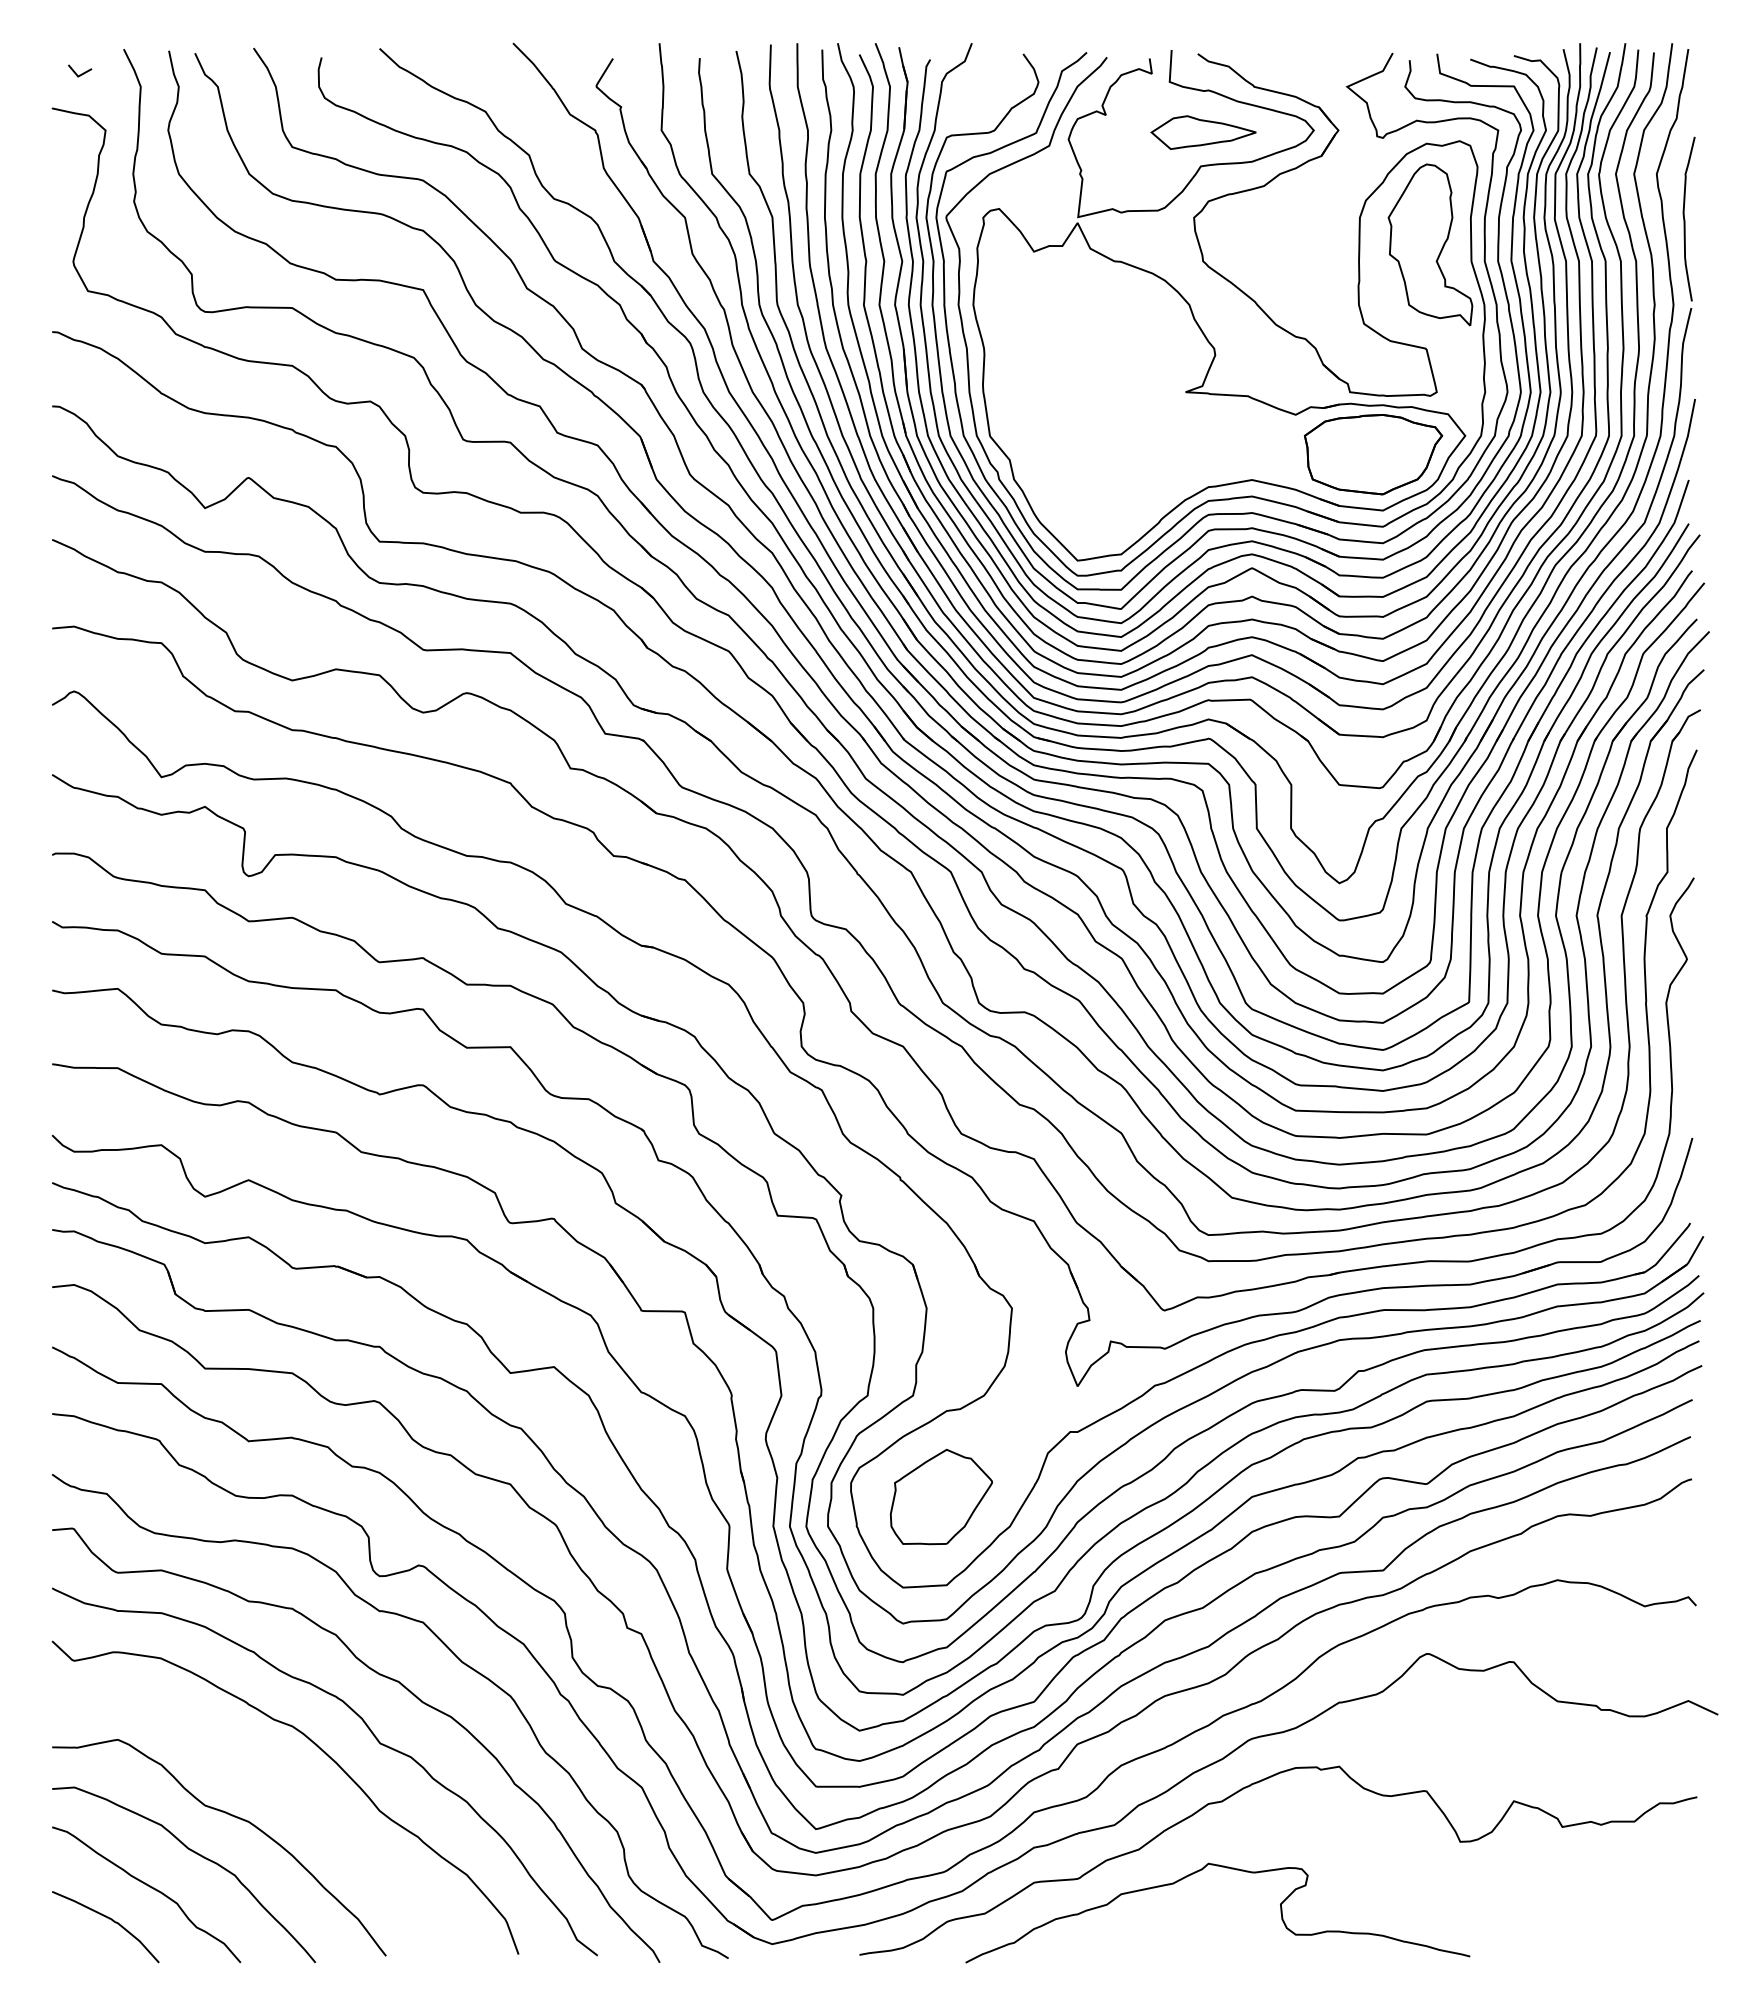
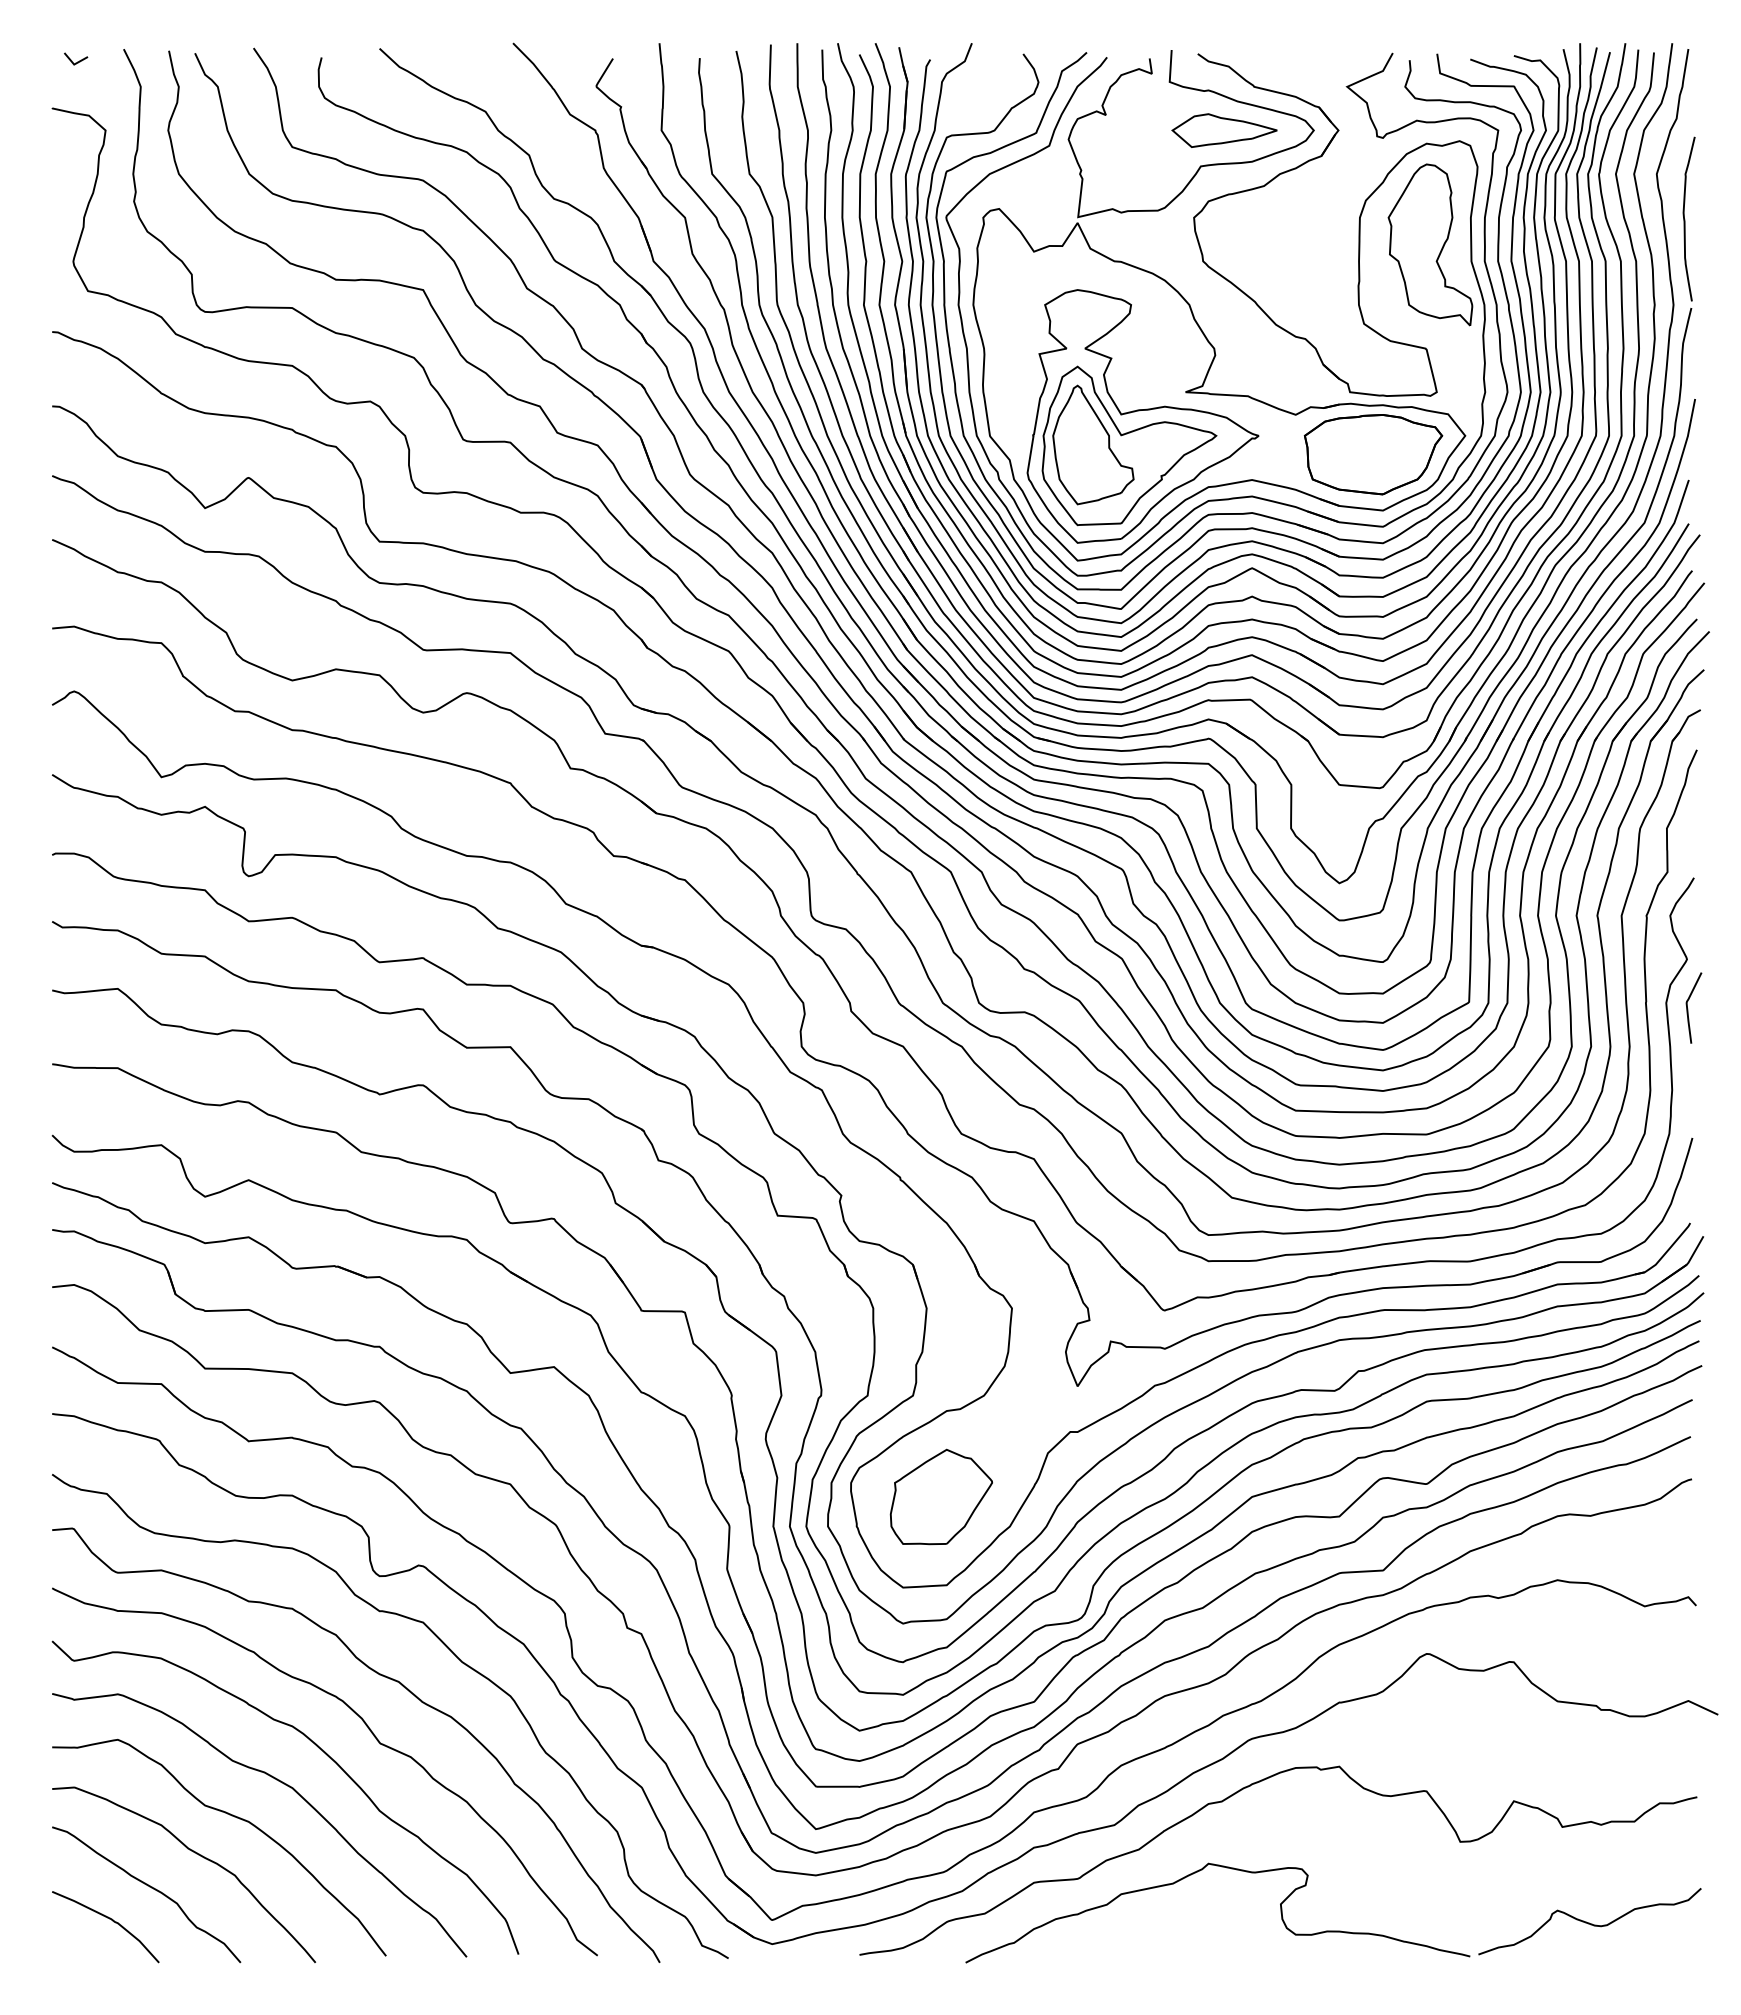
line at (81, 73) position: (81, 73) -> (77, 61)
part at (1203, 132) position: (1203, 132) -> (1224, 130)
part at (1142, 416): none -> present
curve at (1688, 1008): none -> present
curve at (283, 1784): none -> present
curve at (1589, 1922): none -> present
